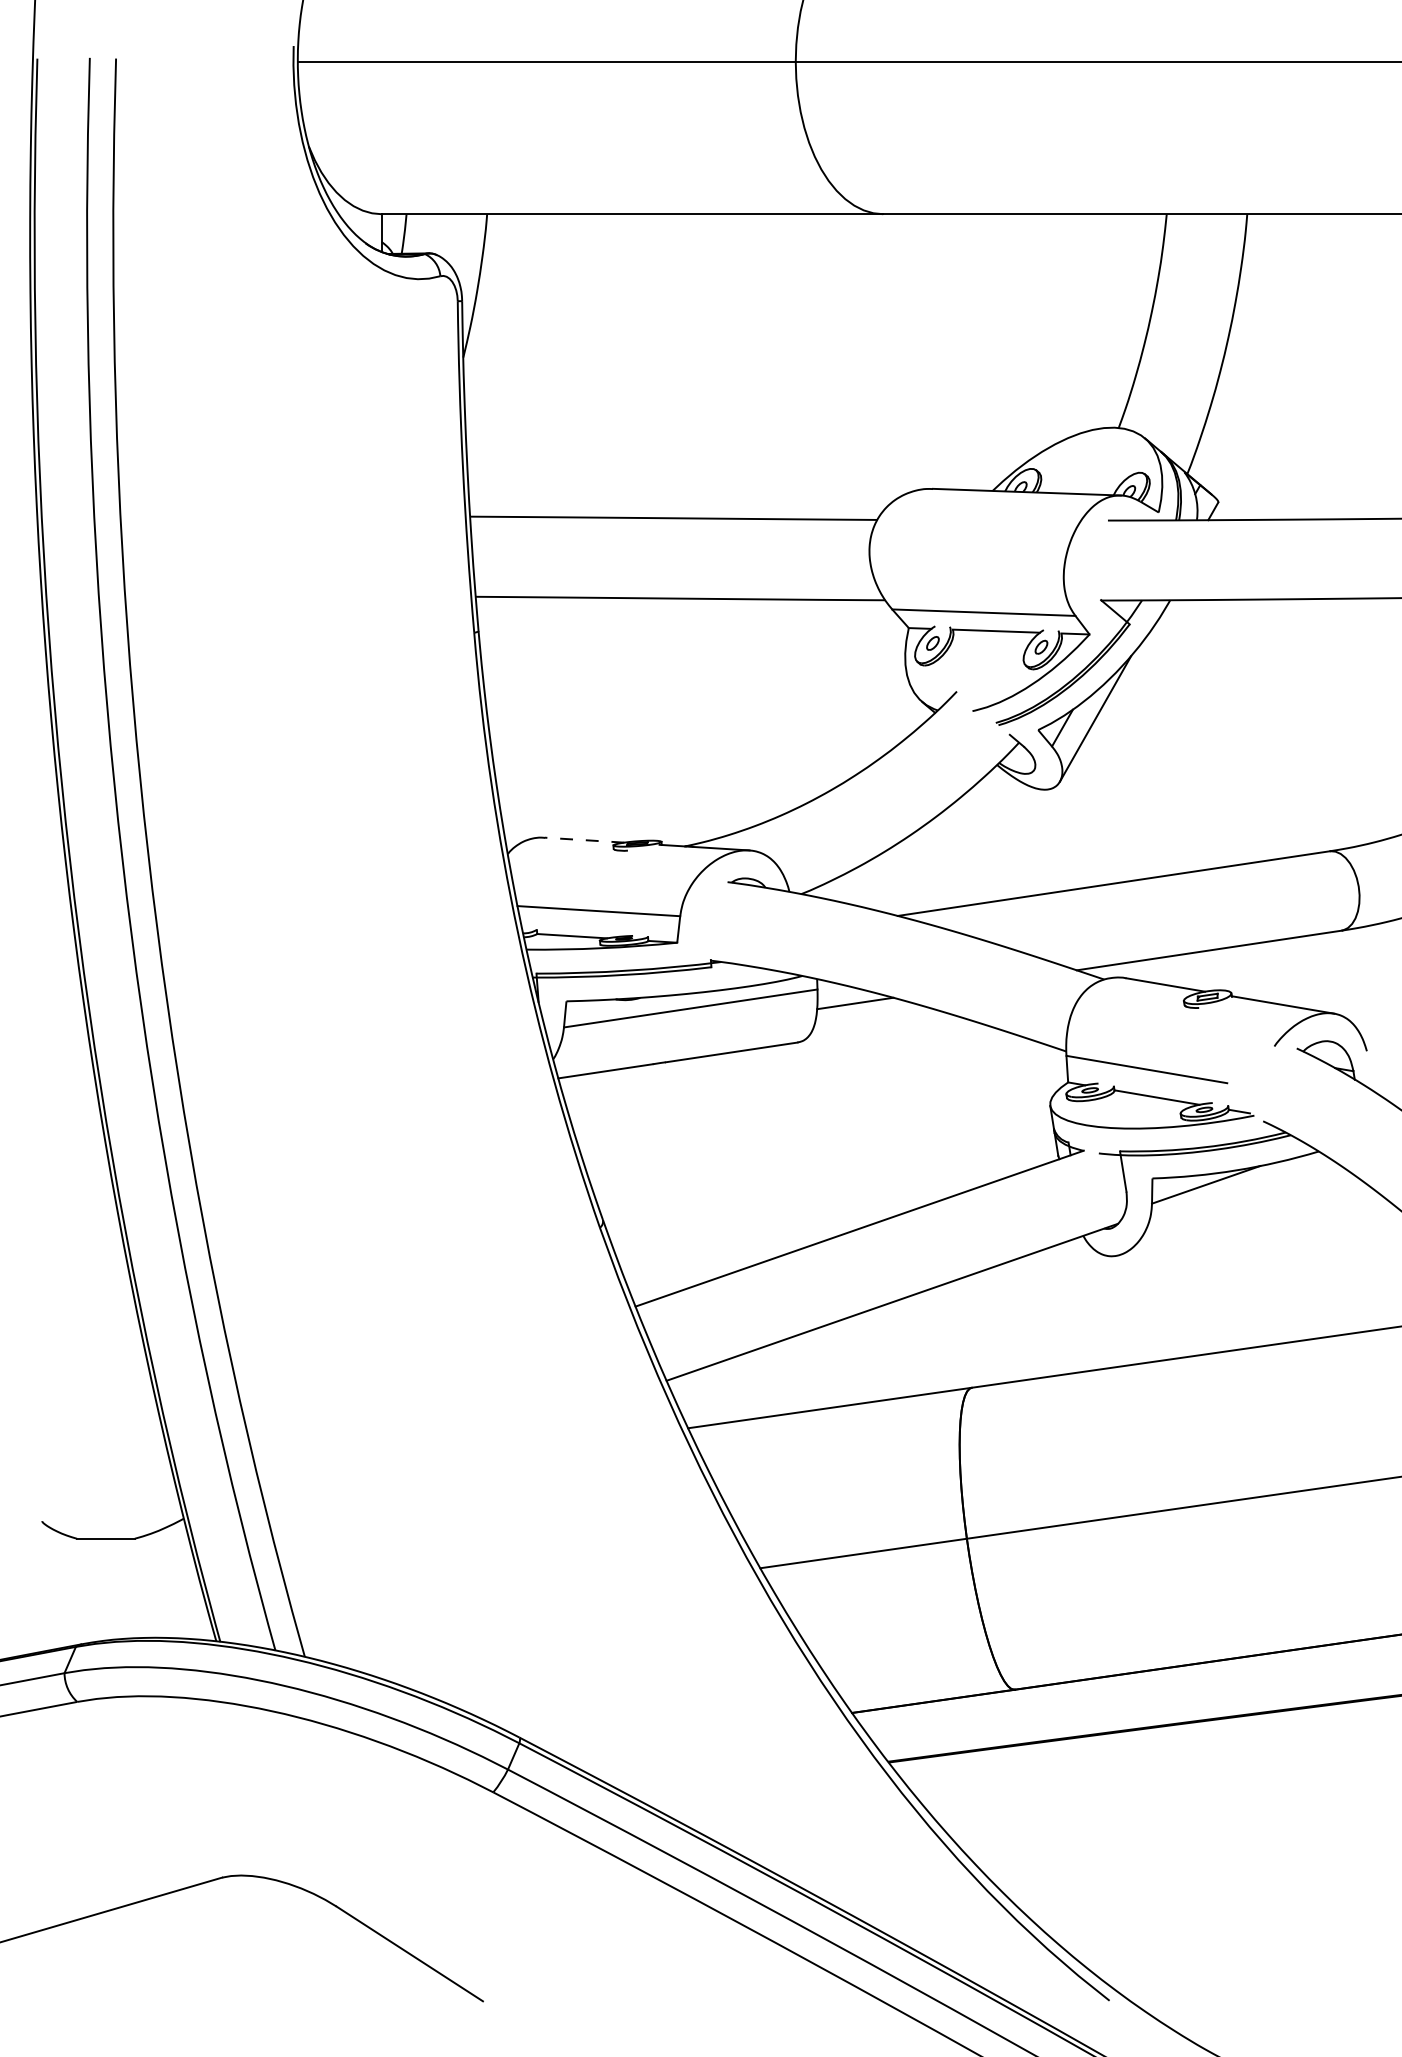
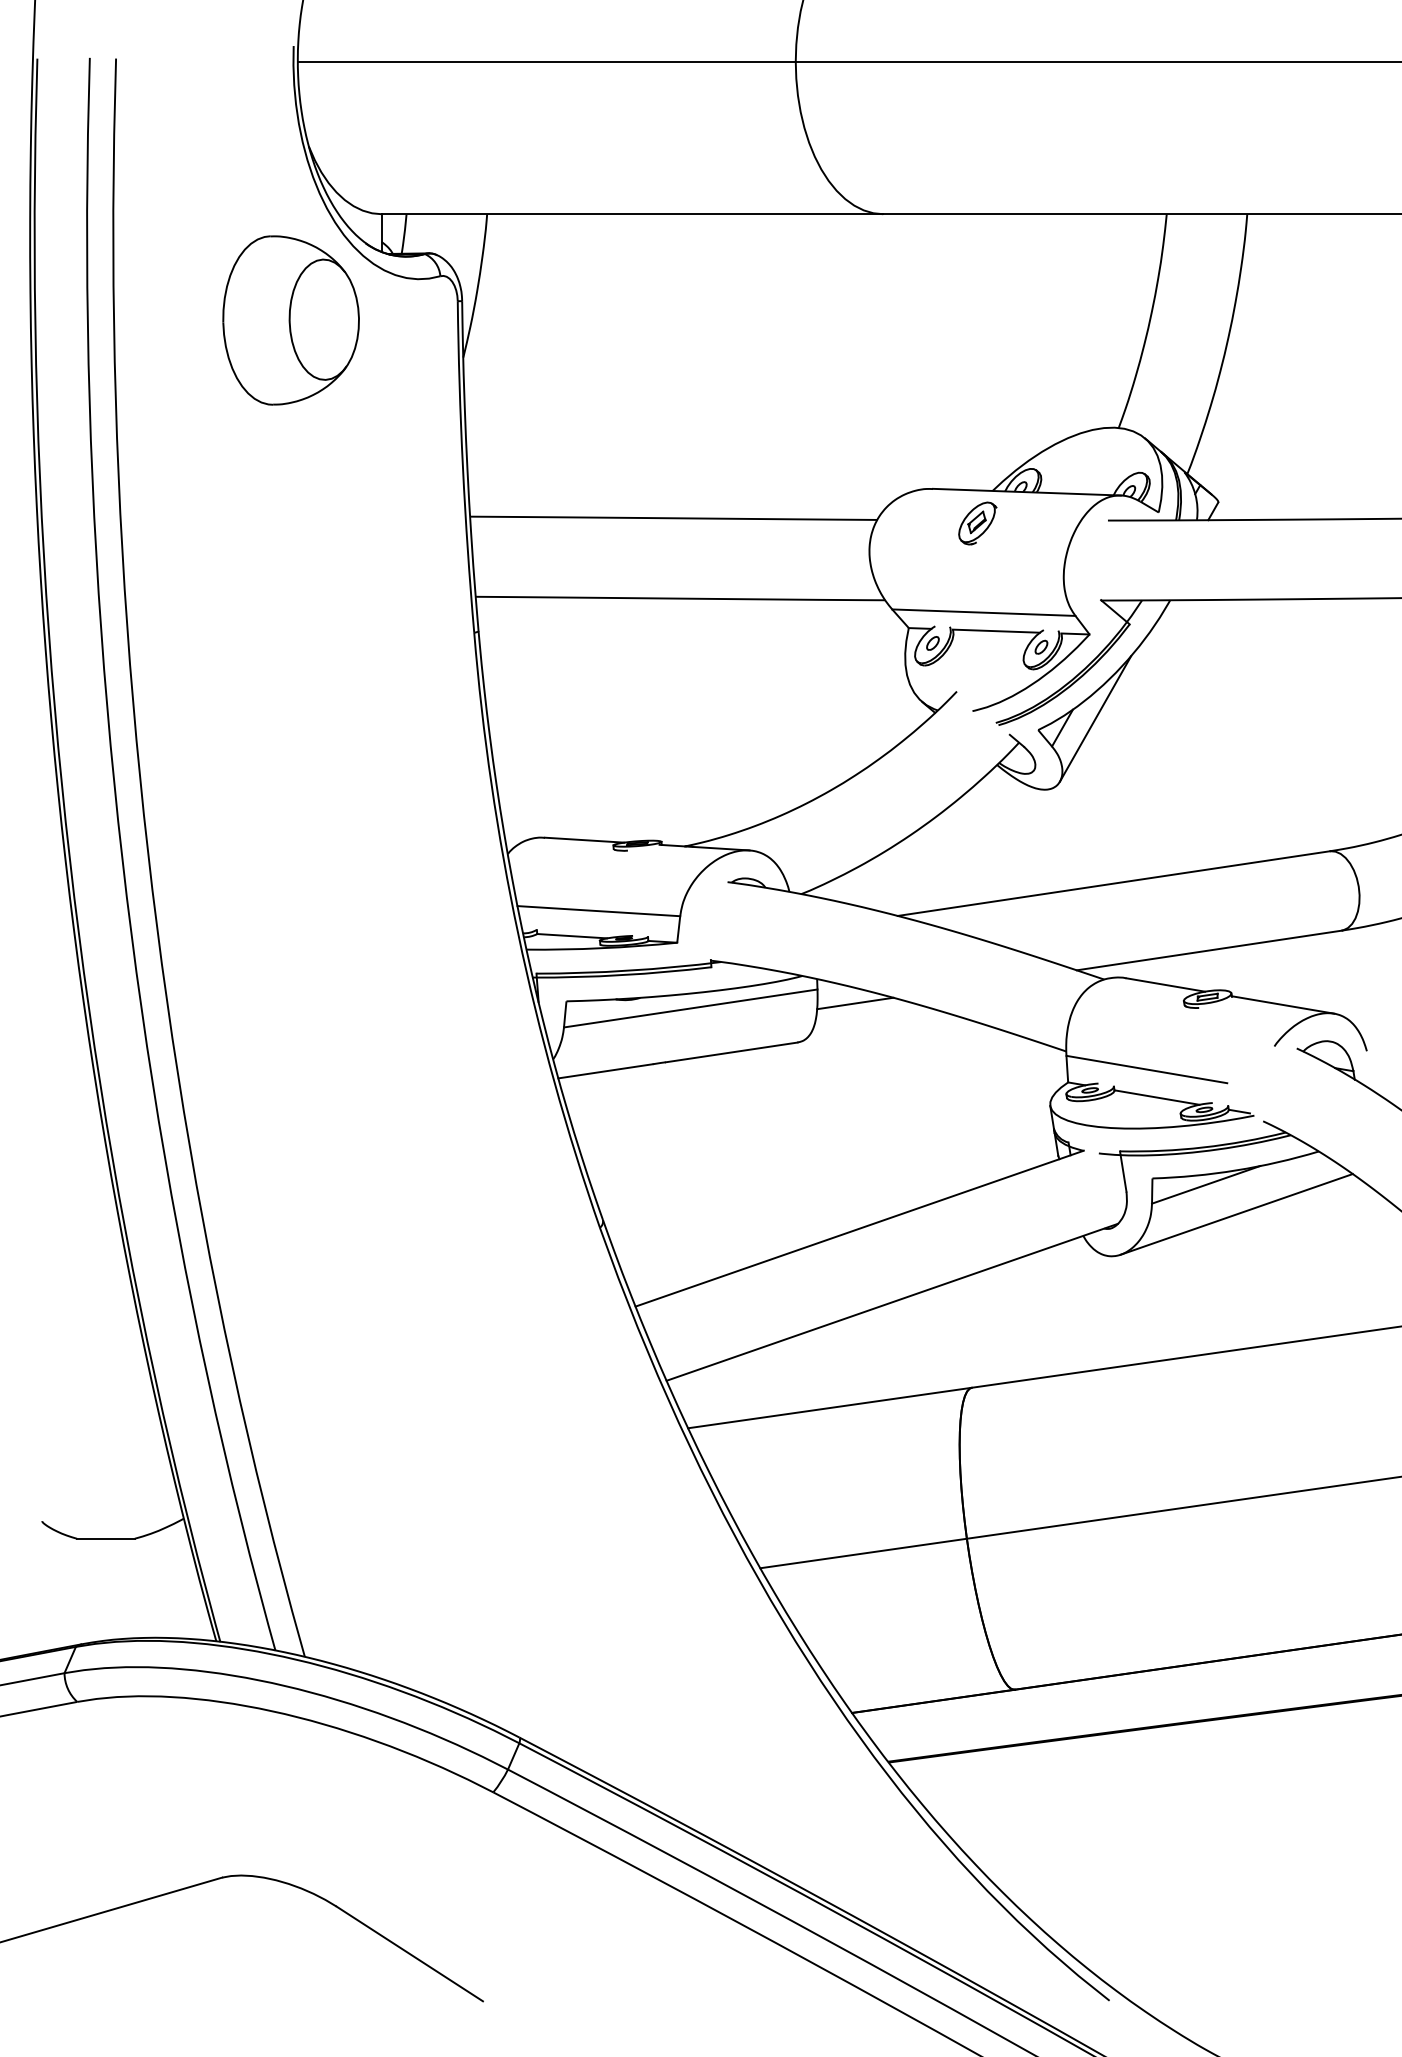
part at (290, 320): none -> present
part at (977, 523): none -> present
line at (584, 840): dashed -> solid
line at (1236, 1214): none -> present
